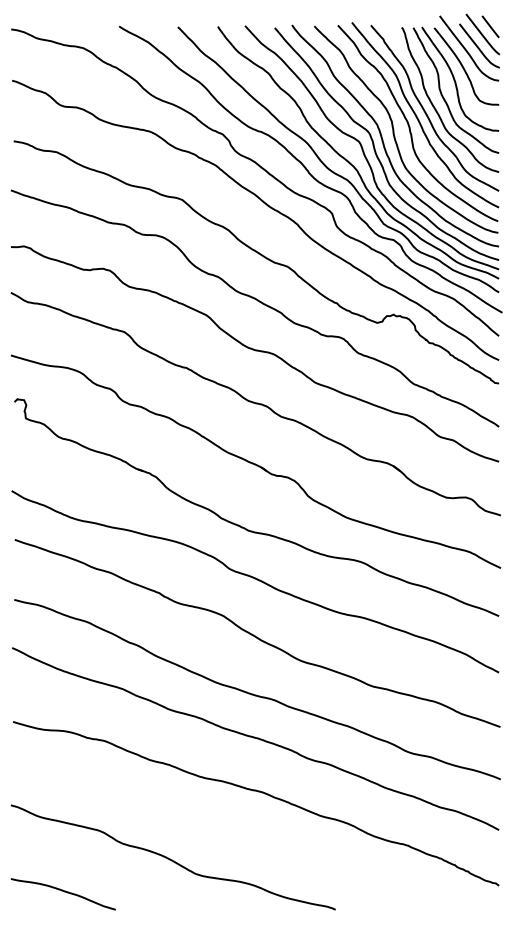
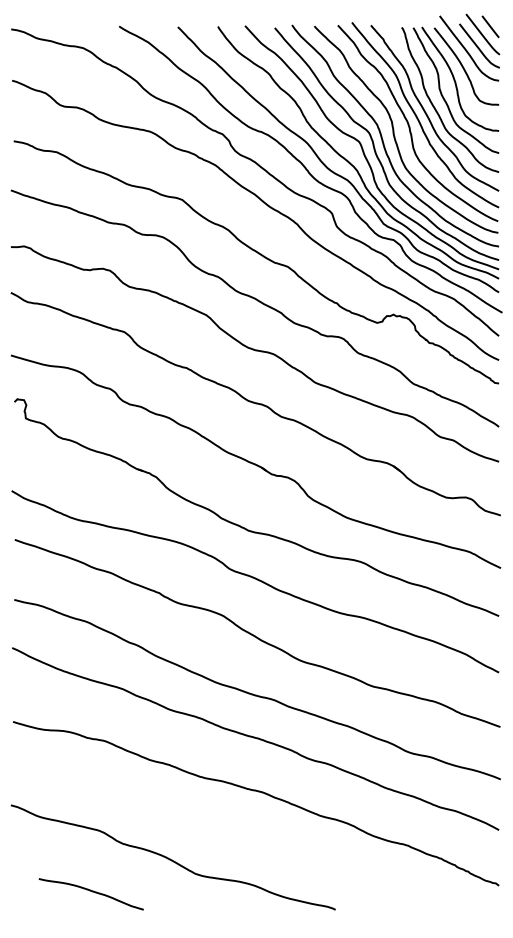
curve at (64, 892) position: (64, 892) -> (92, 892)
